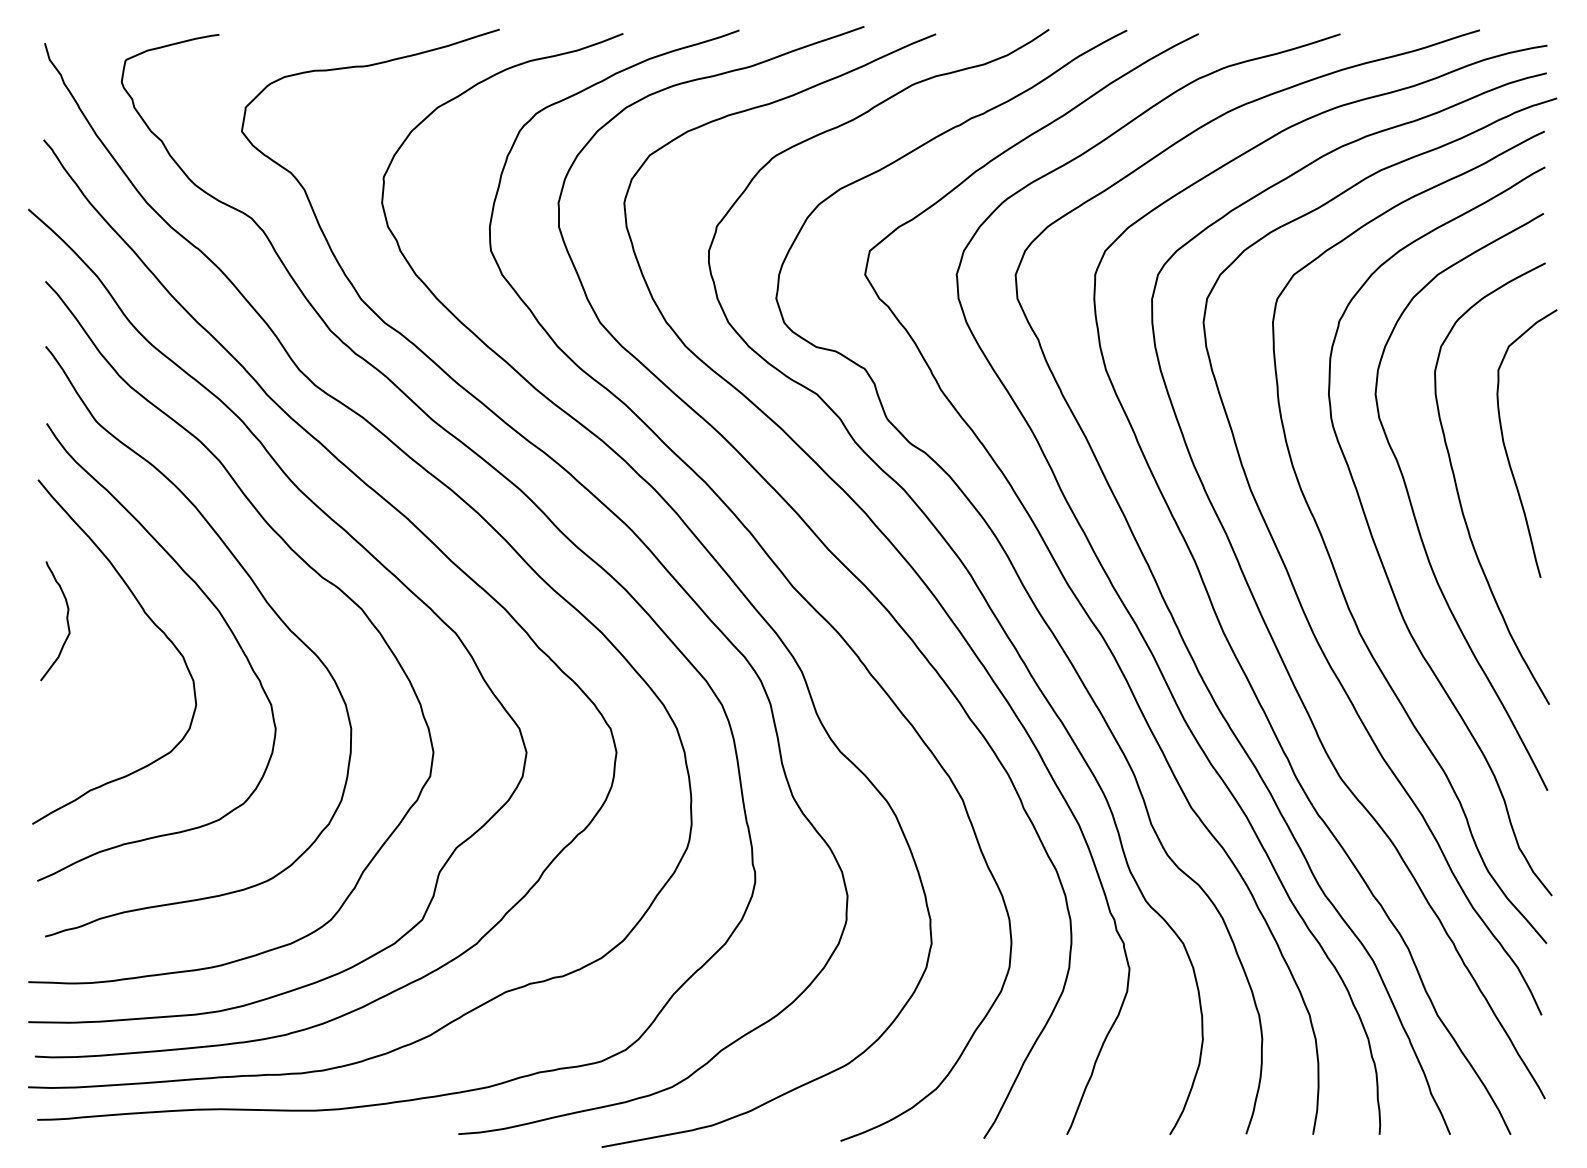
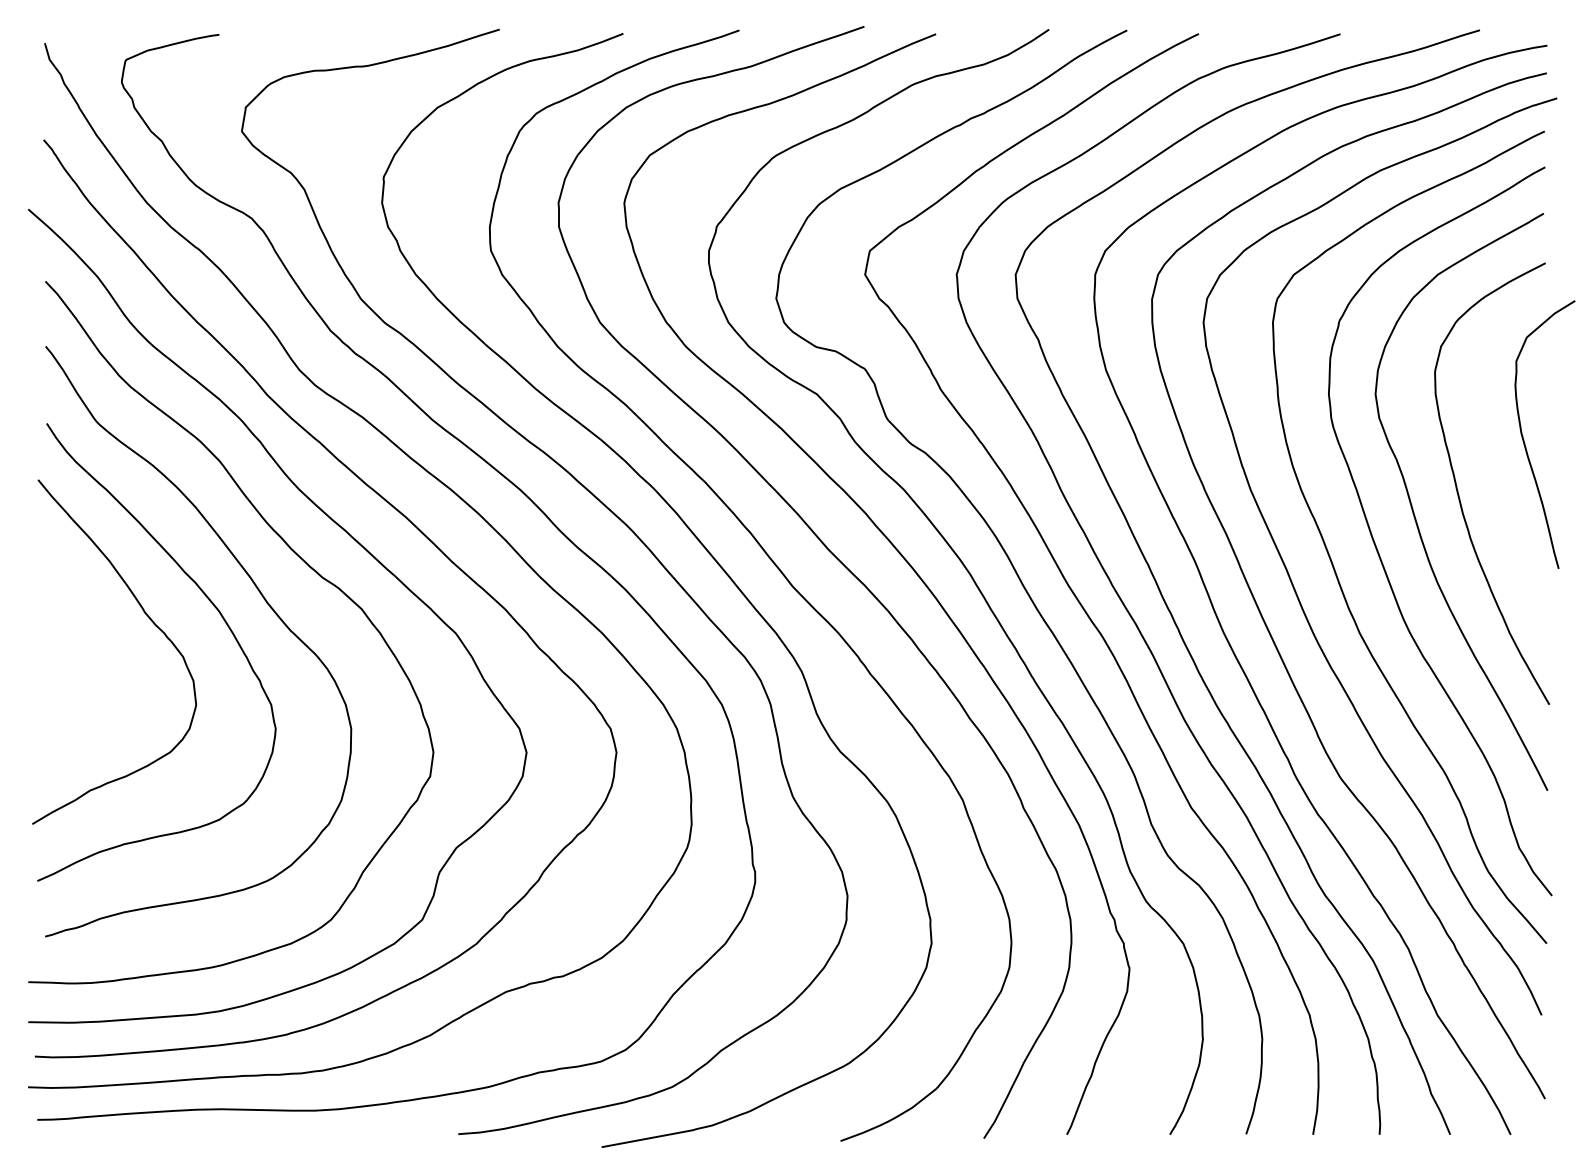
curve at (1506, 448) position: (1506, 448) -> (1524, 439)
curve at (66, 621): present -> none
